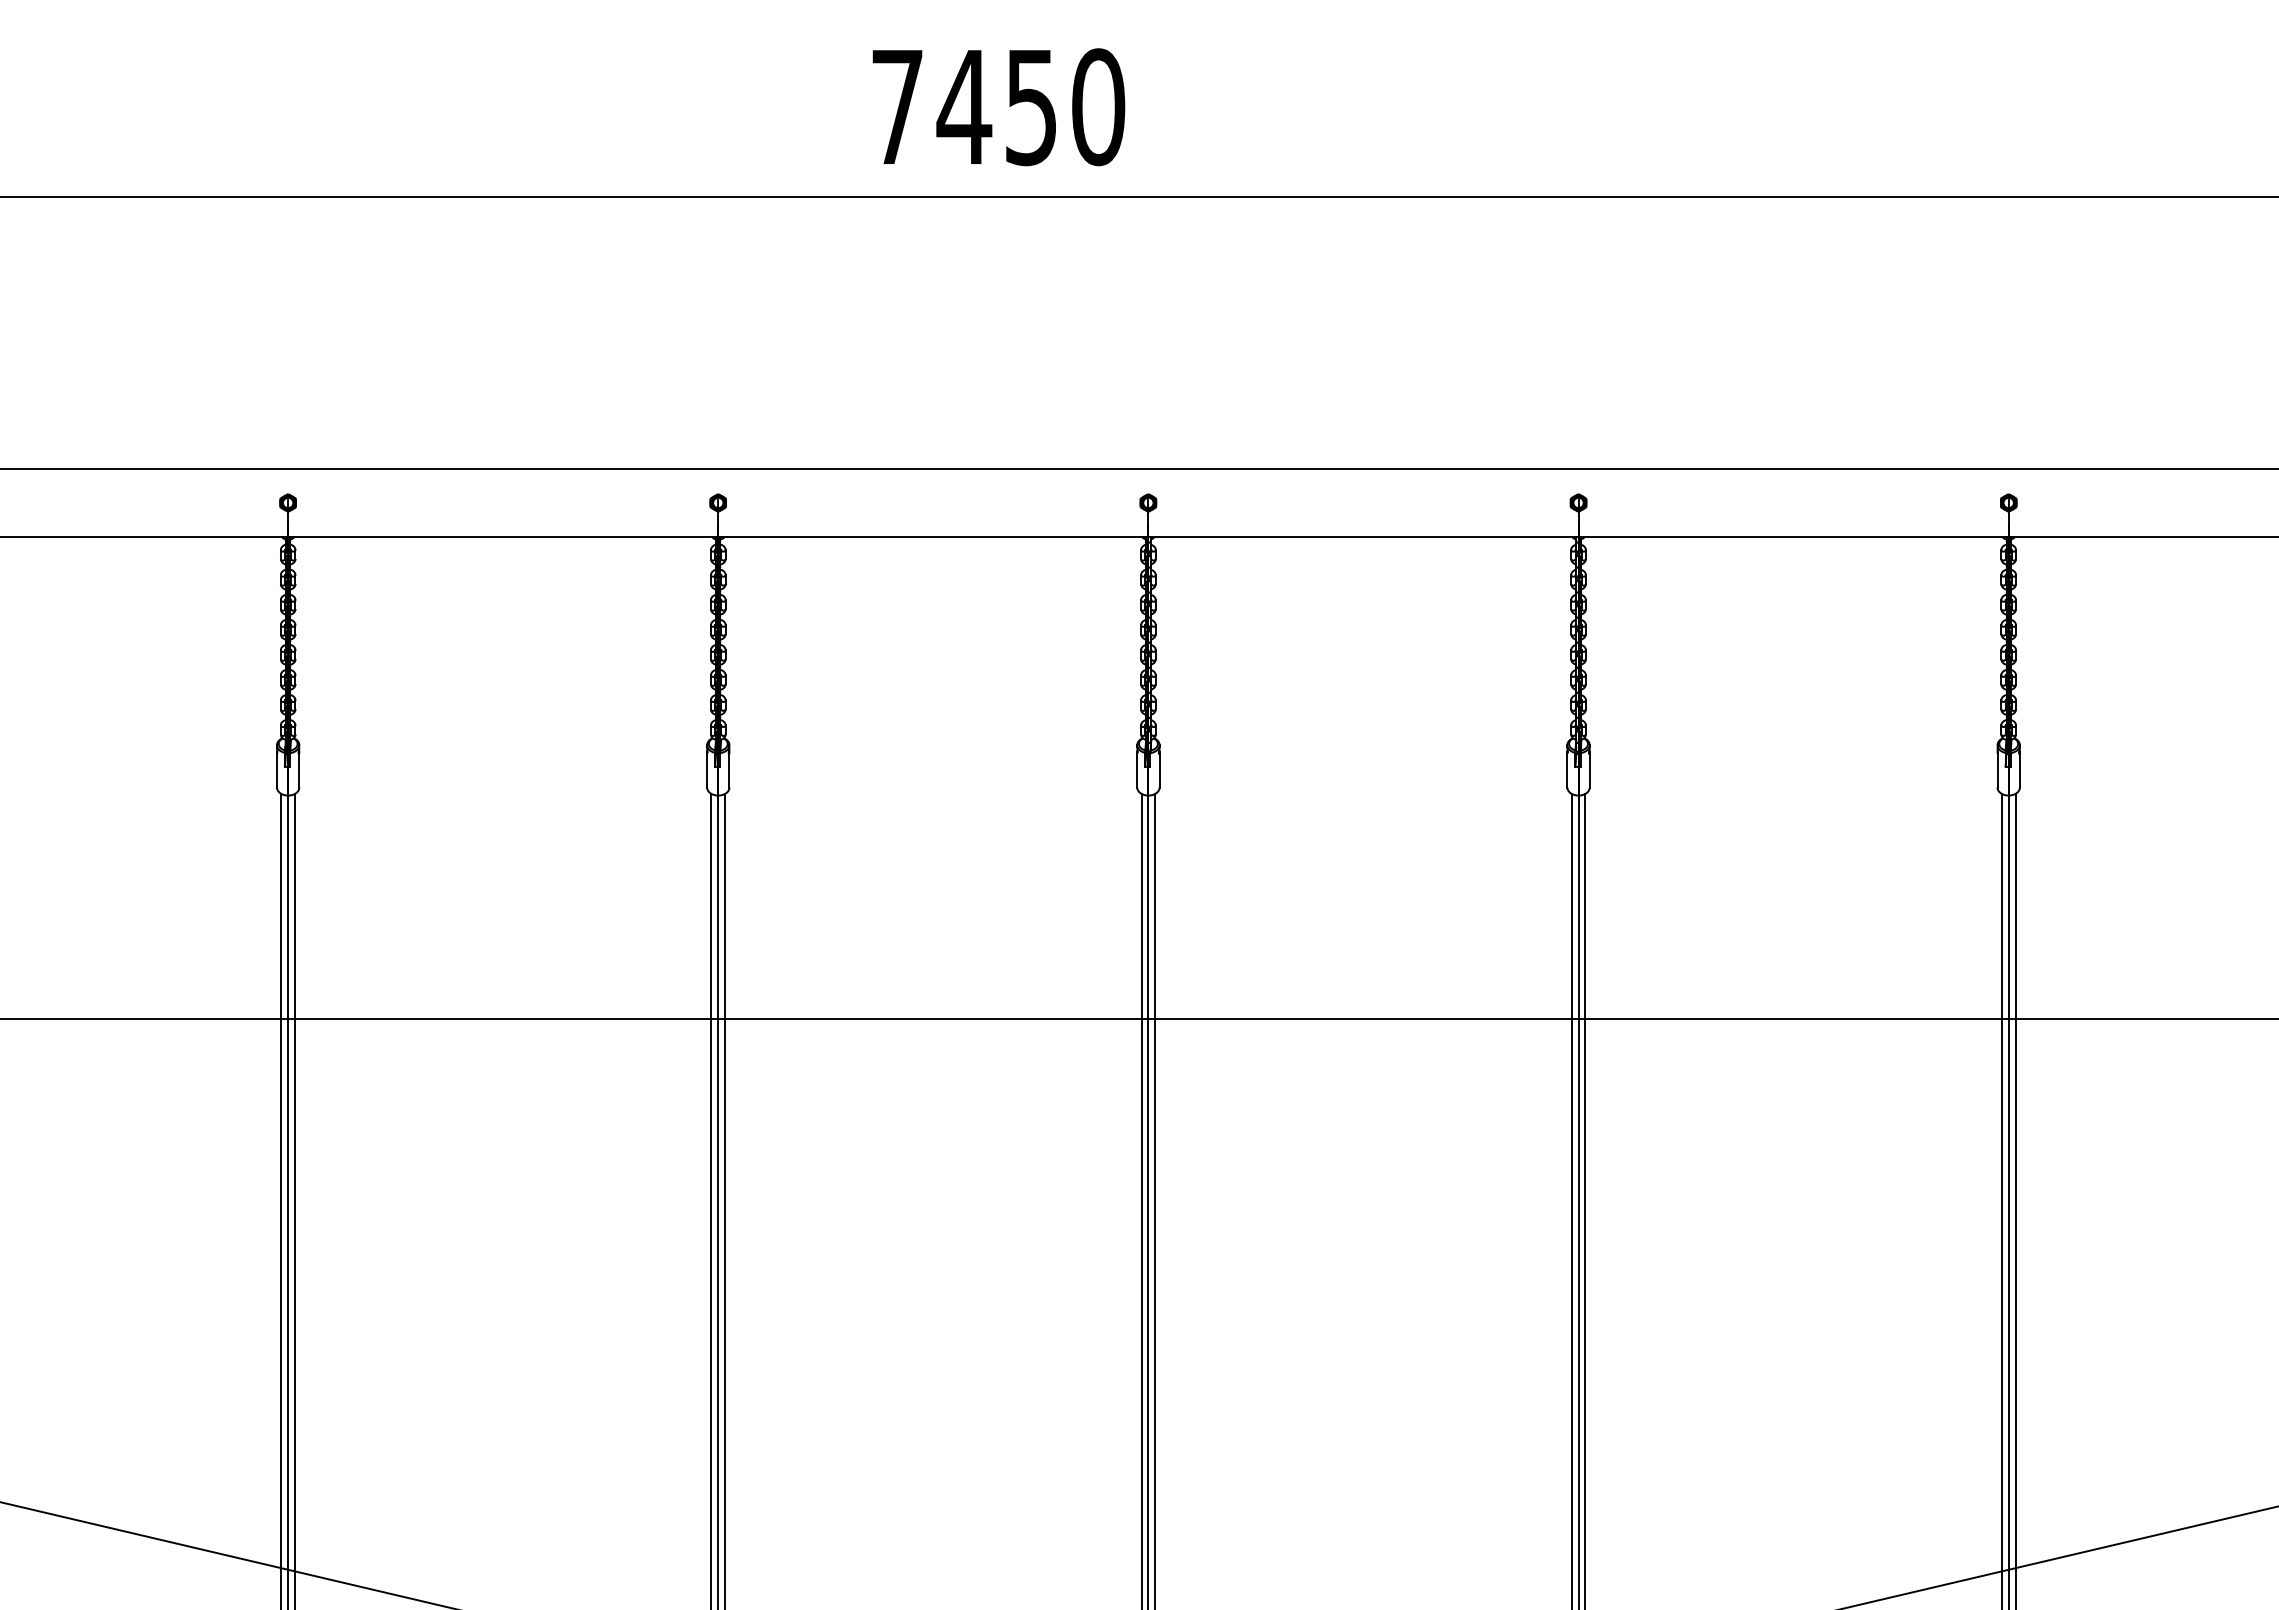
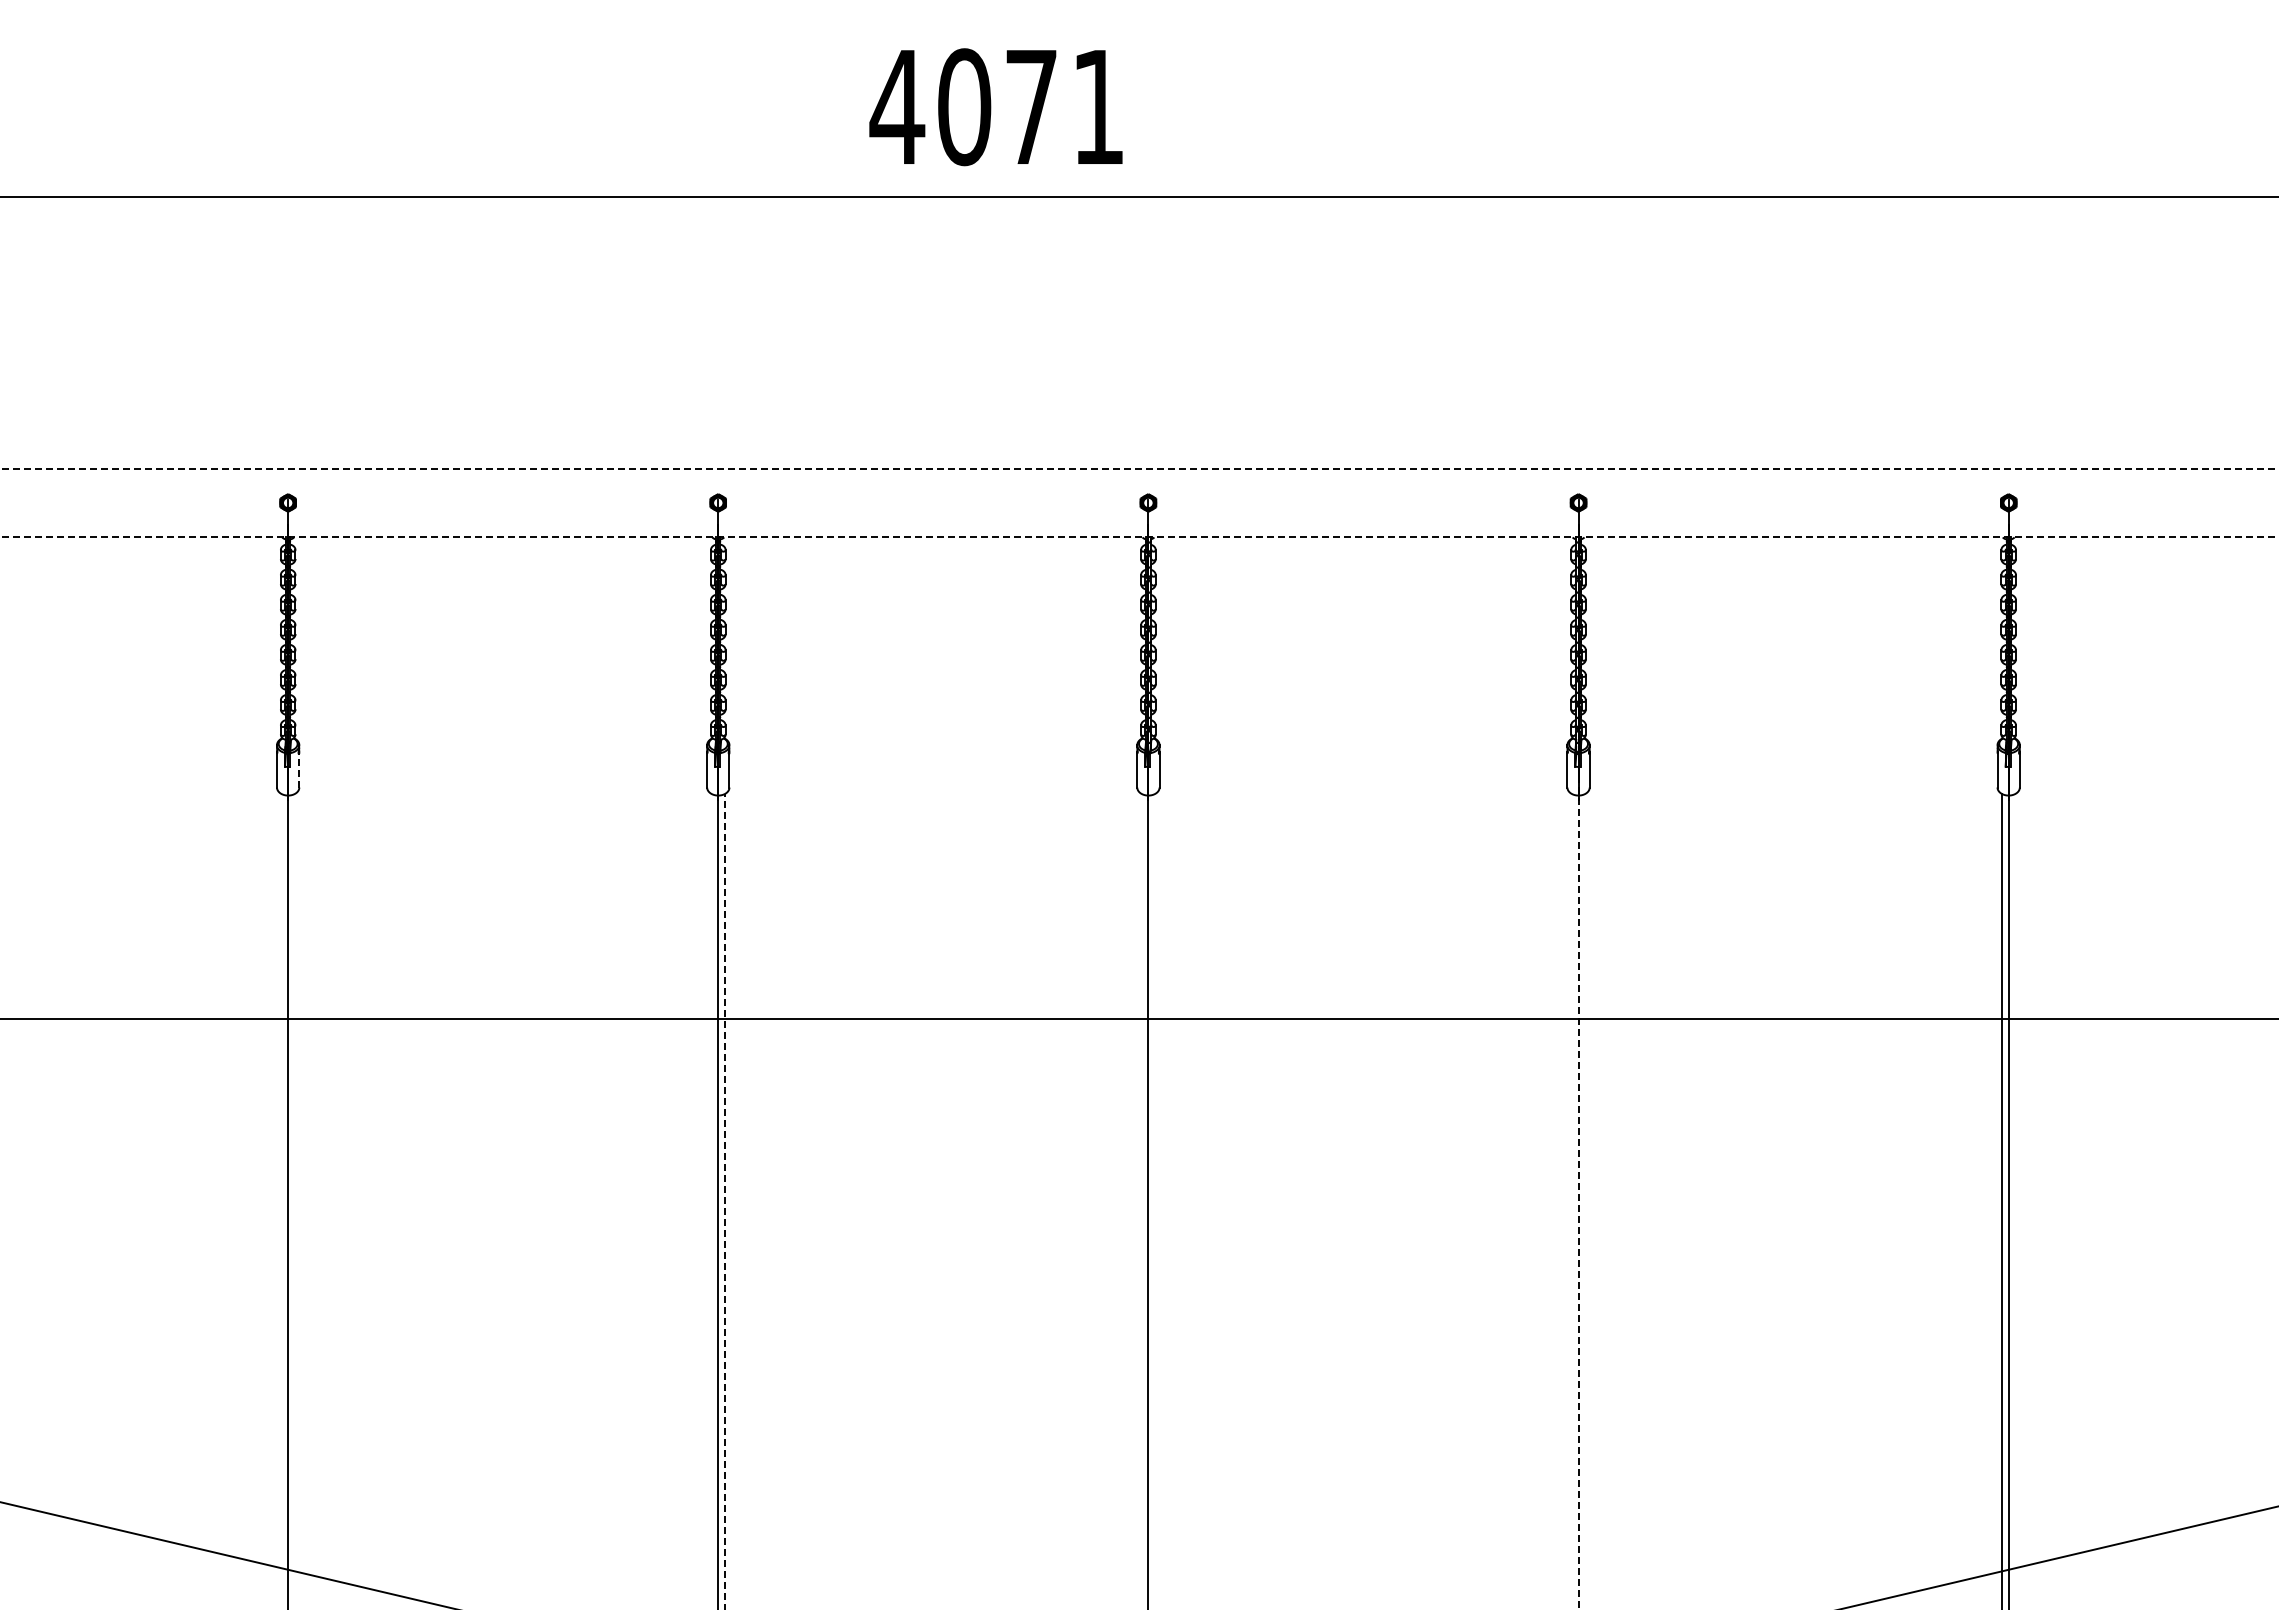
text at (997, 107): 7450 -> 4071
line at (1139, 468): solid -> dashed
line at (1139, 537): solid -> dashed
line at (299, 769): solid -> dashed
line at (1578, 1193): solid -> dashed
line at (281, 1199): present -> none
line at (295, 1199): present -> none
line at (711, 1199): present -> none
line at (1141, 1199): present -> none
line at (1155, 1199): present -> none
line at (1571, 1199): present -> none
line at (1585, 1199): present -> none
line at (2015, 1199): present -> none
line at (725, 1201): solid -> dashed
